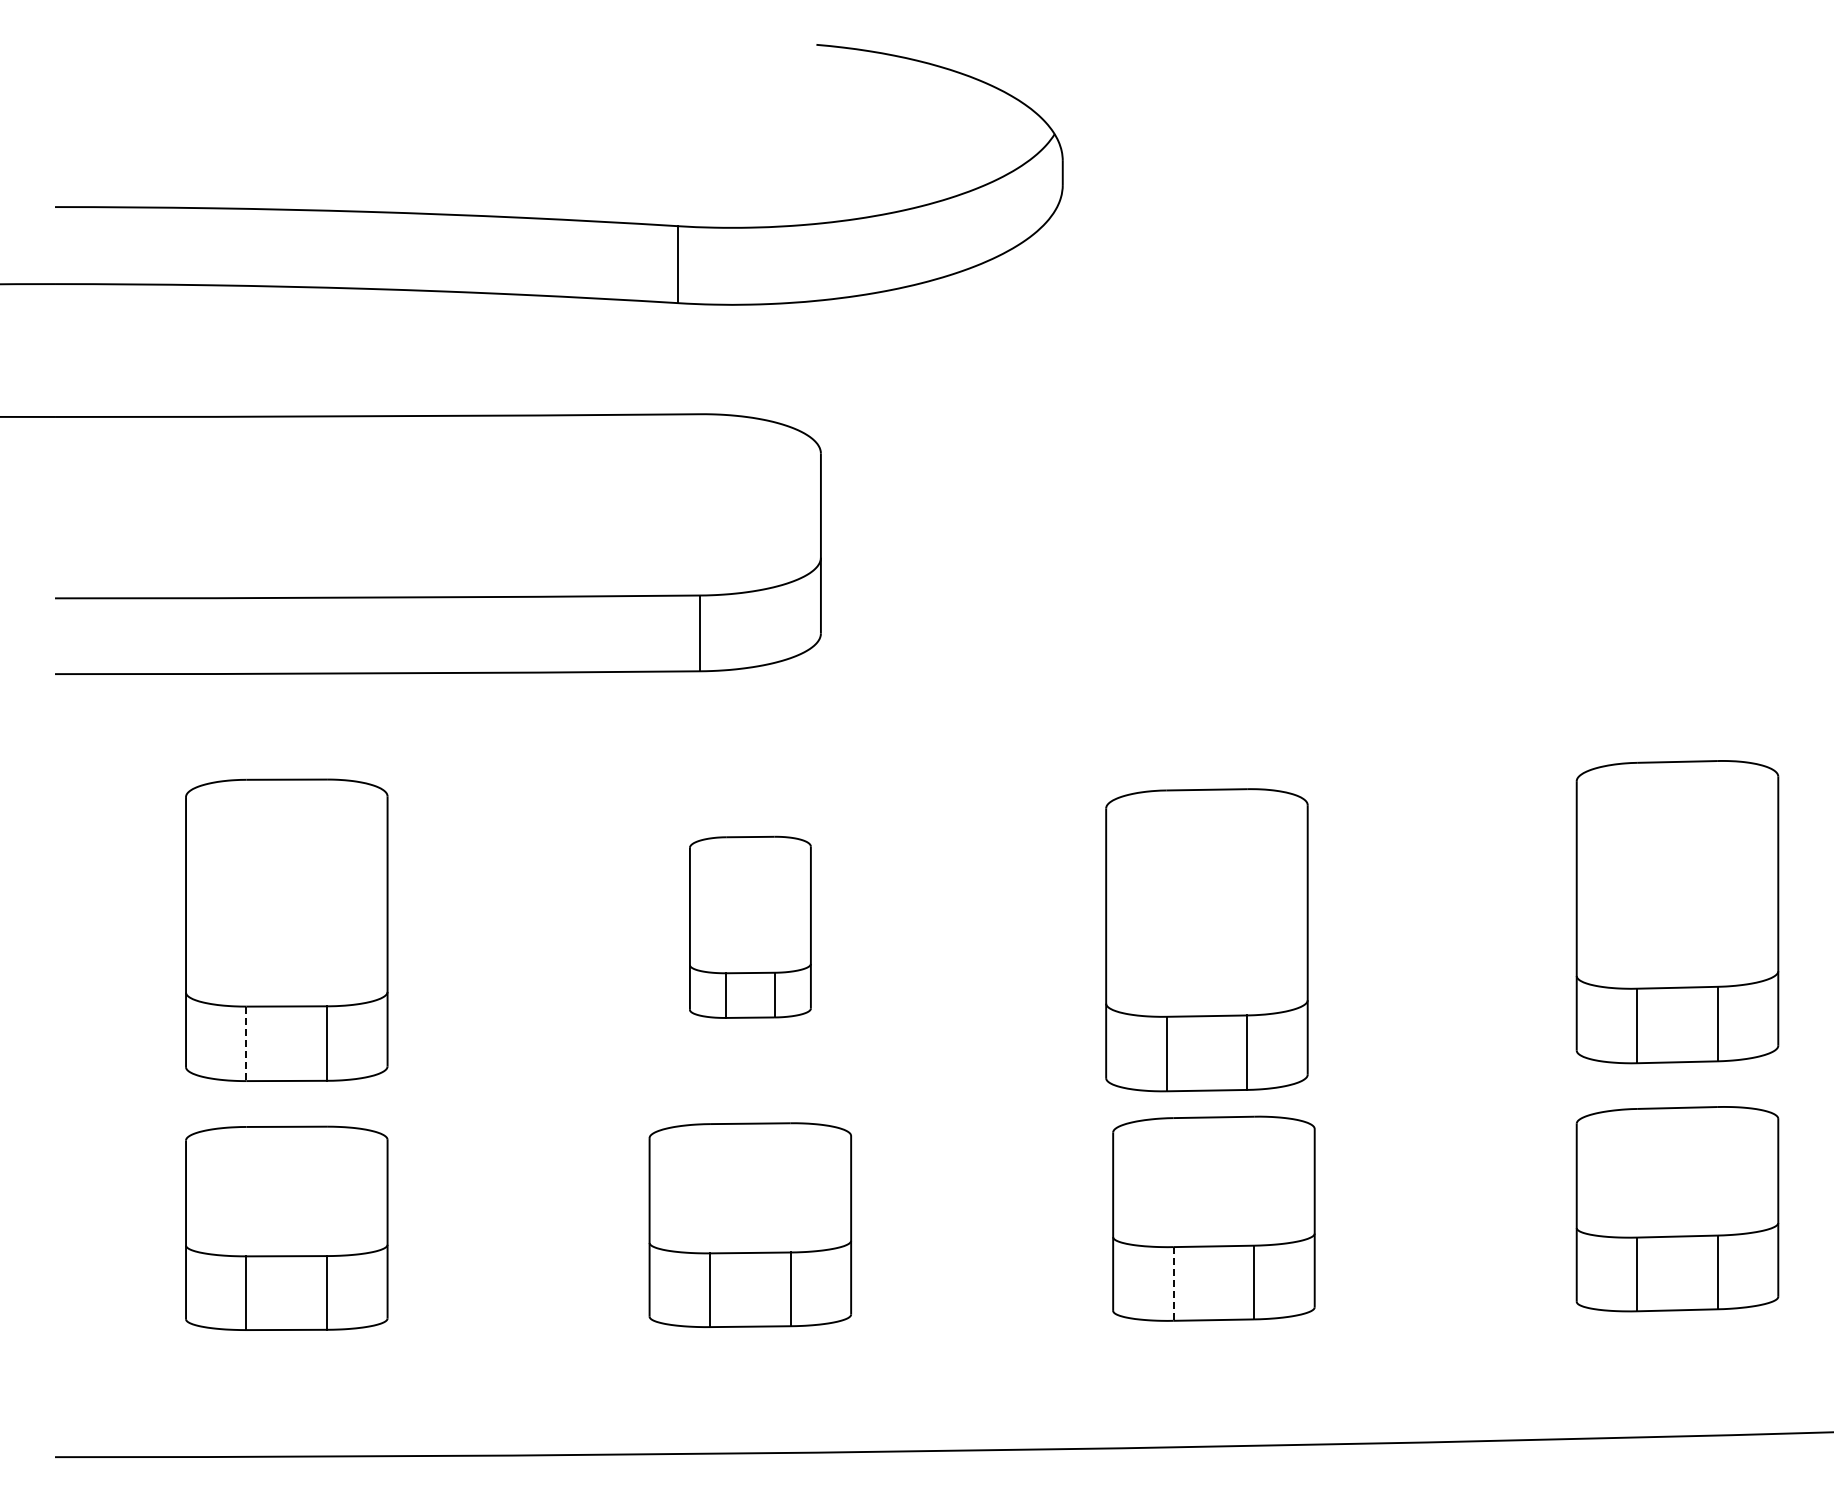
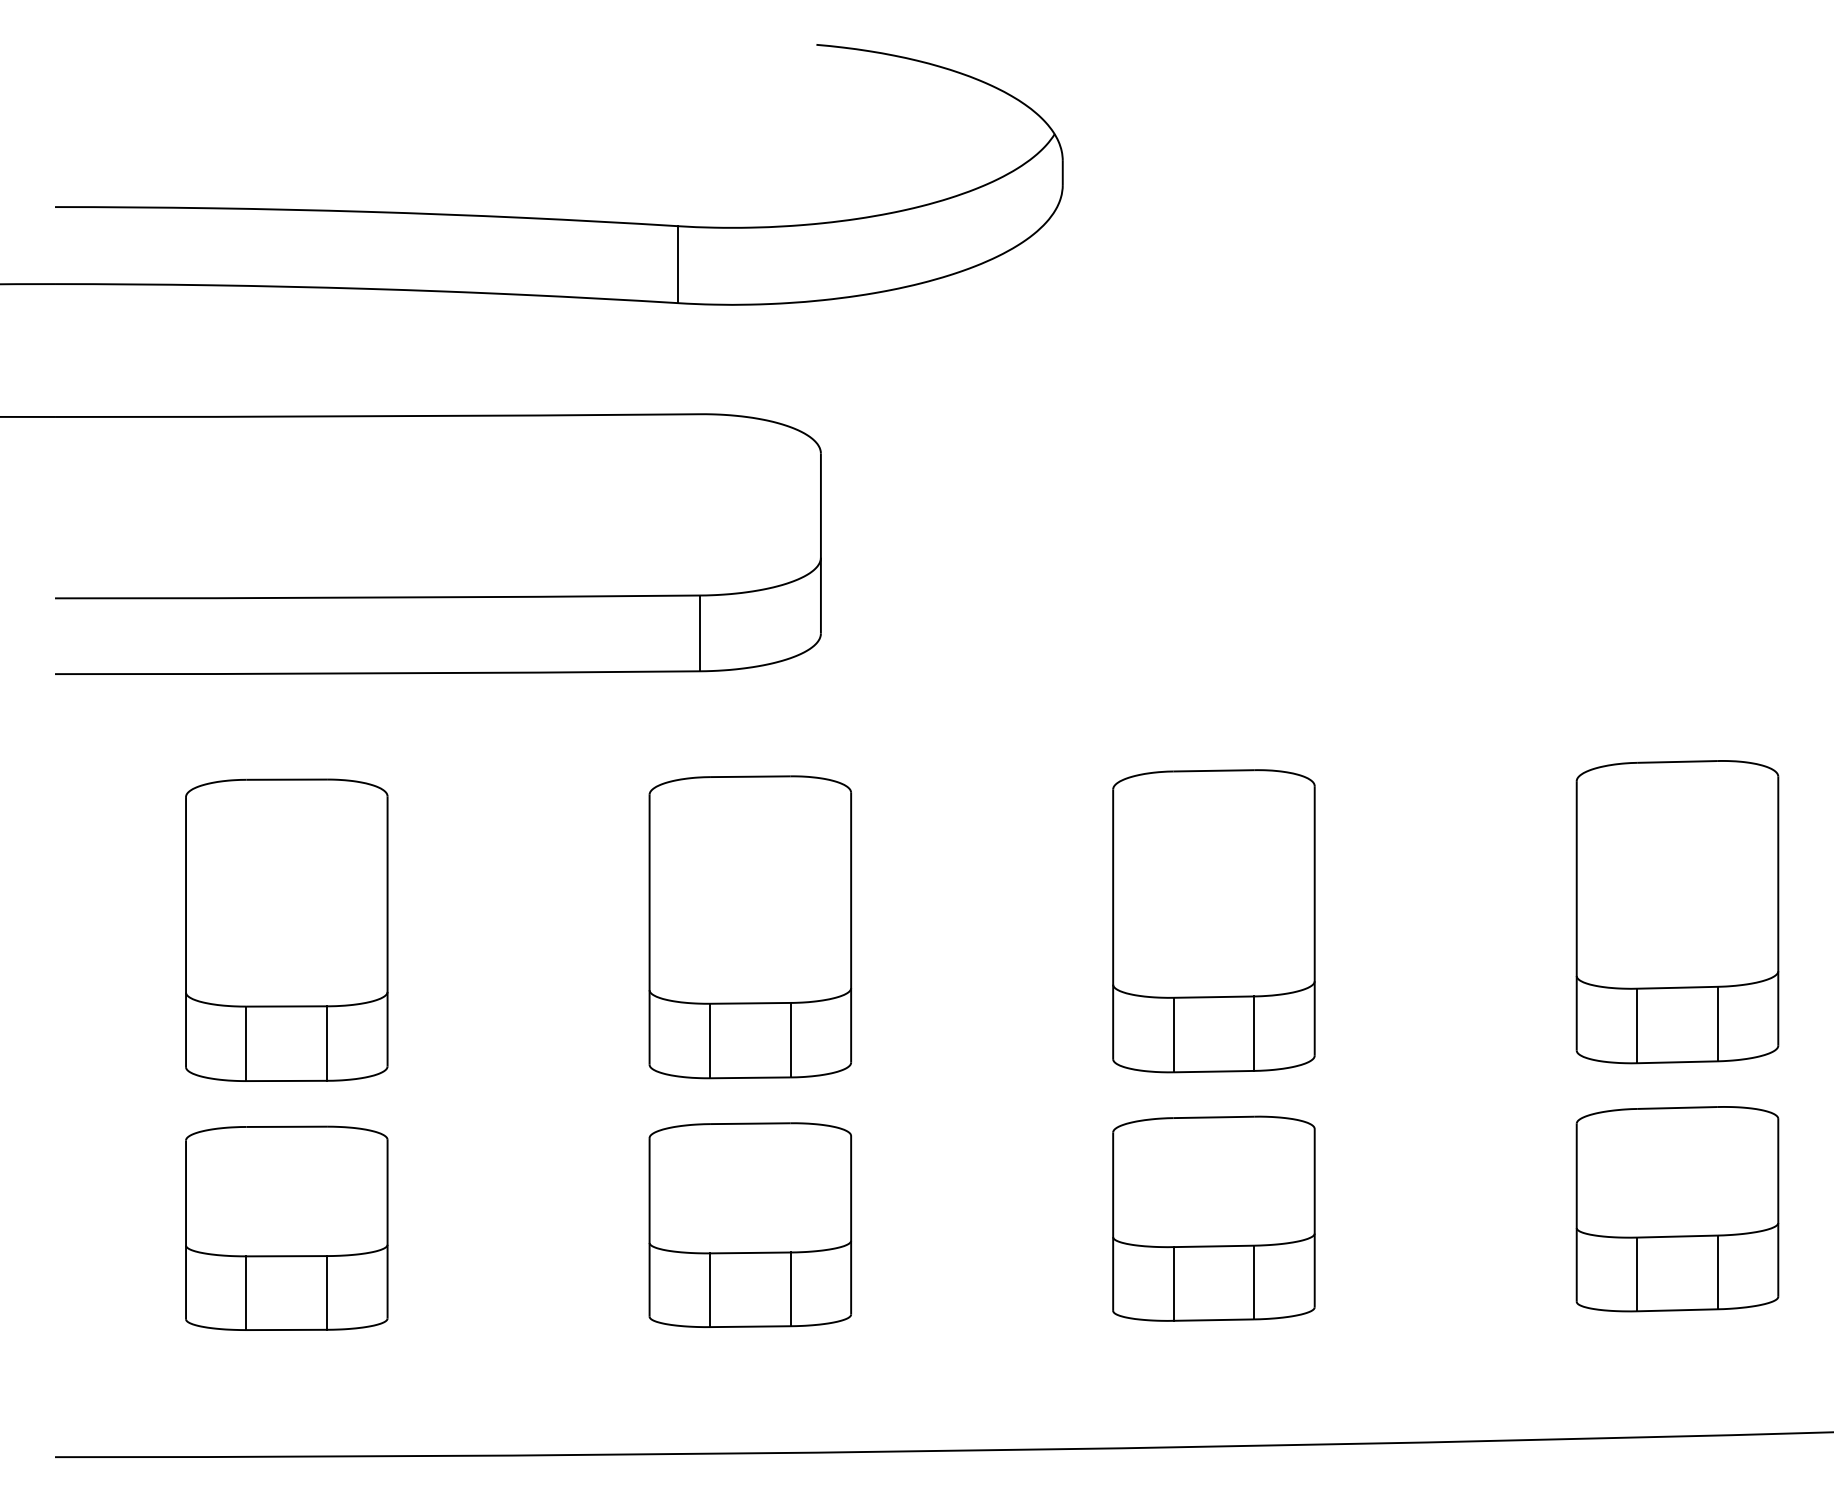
part at (750, 926) size: 123x184 px -> 205x305 px
part at (1206, 940) position: (1206, 940) -> (1213, 921)
line at (246, 1044): dashed -> solid
line at (1173, 1283): dashed -> solid
